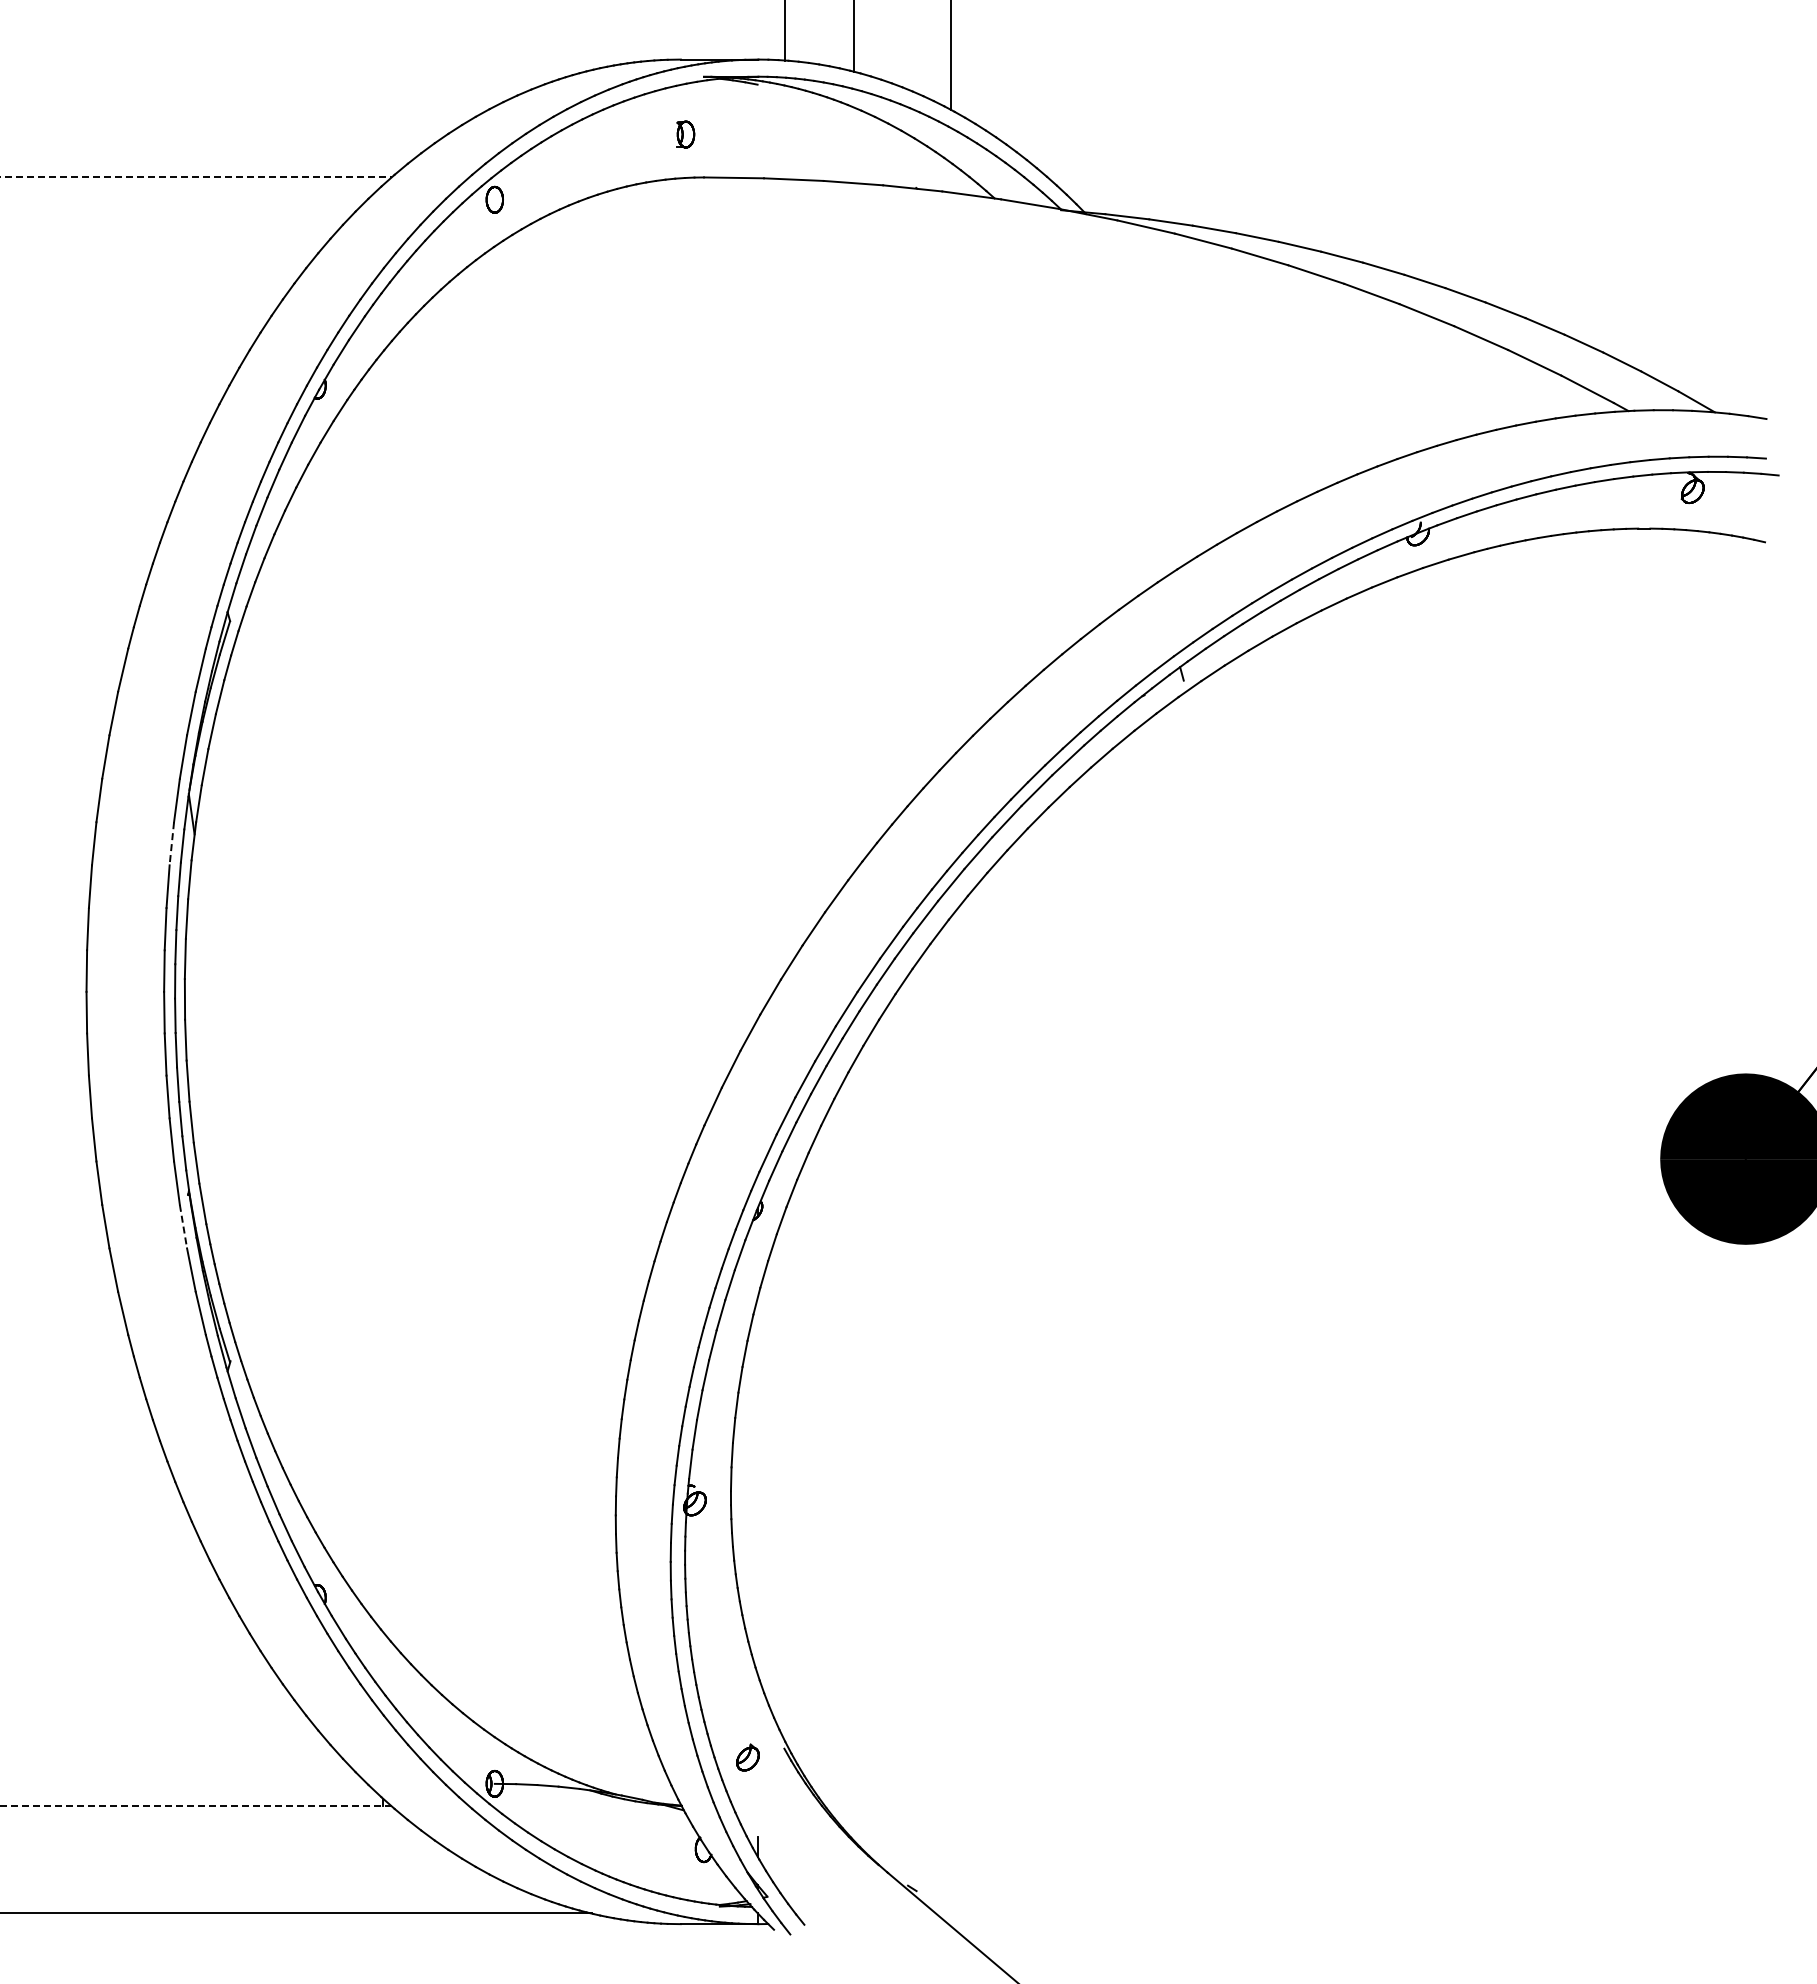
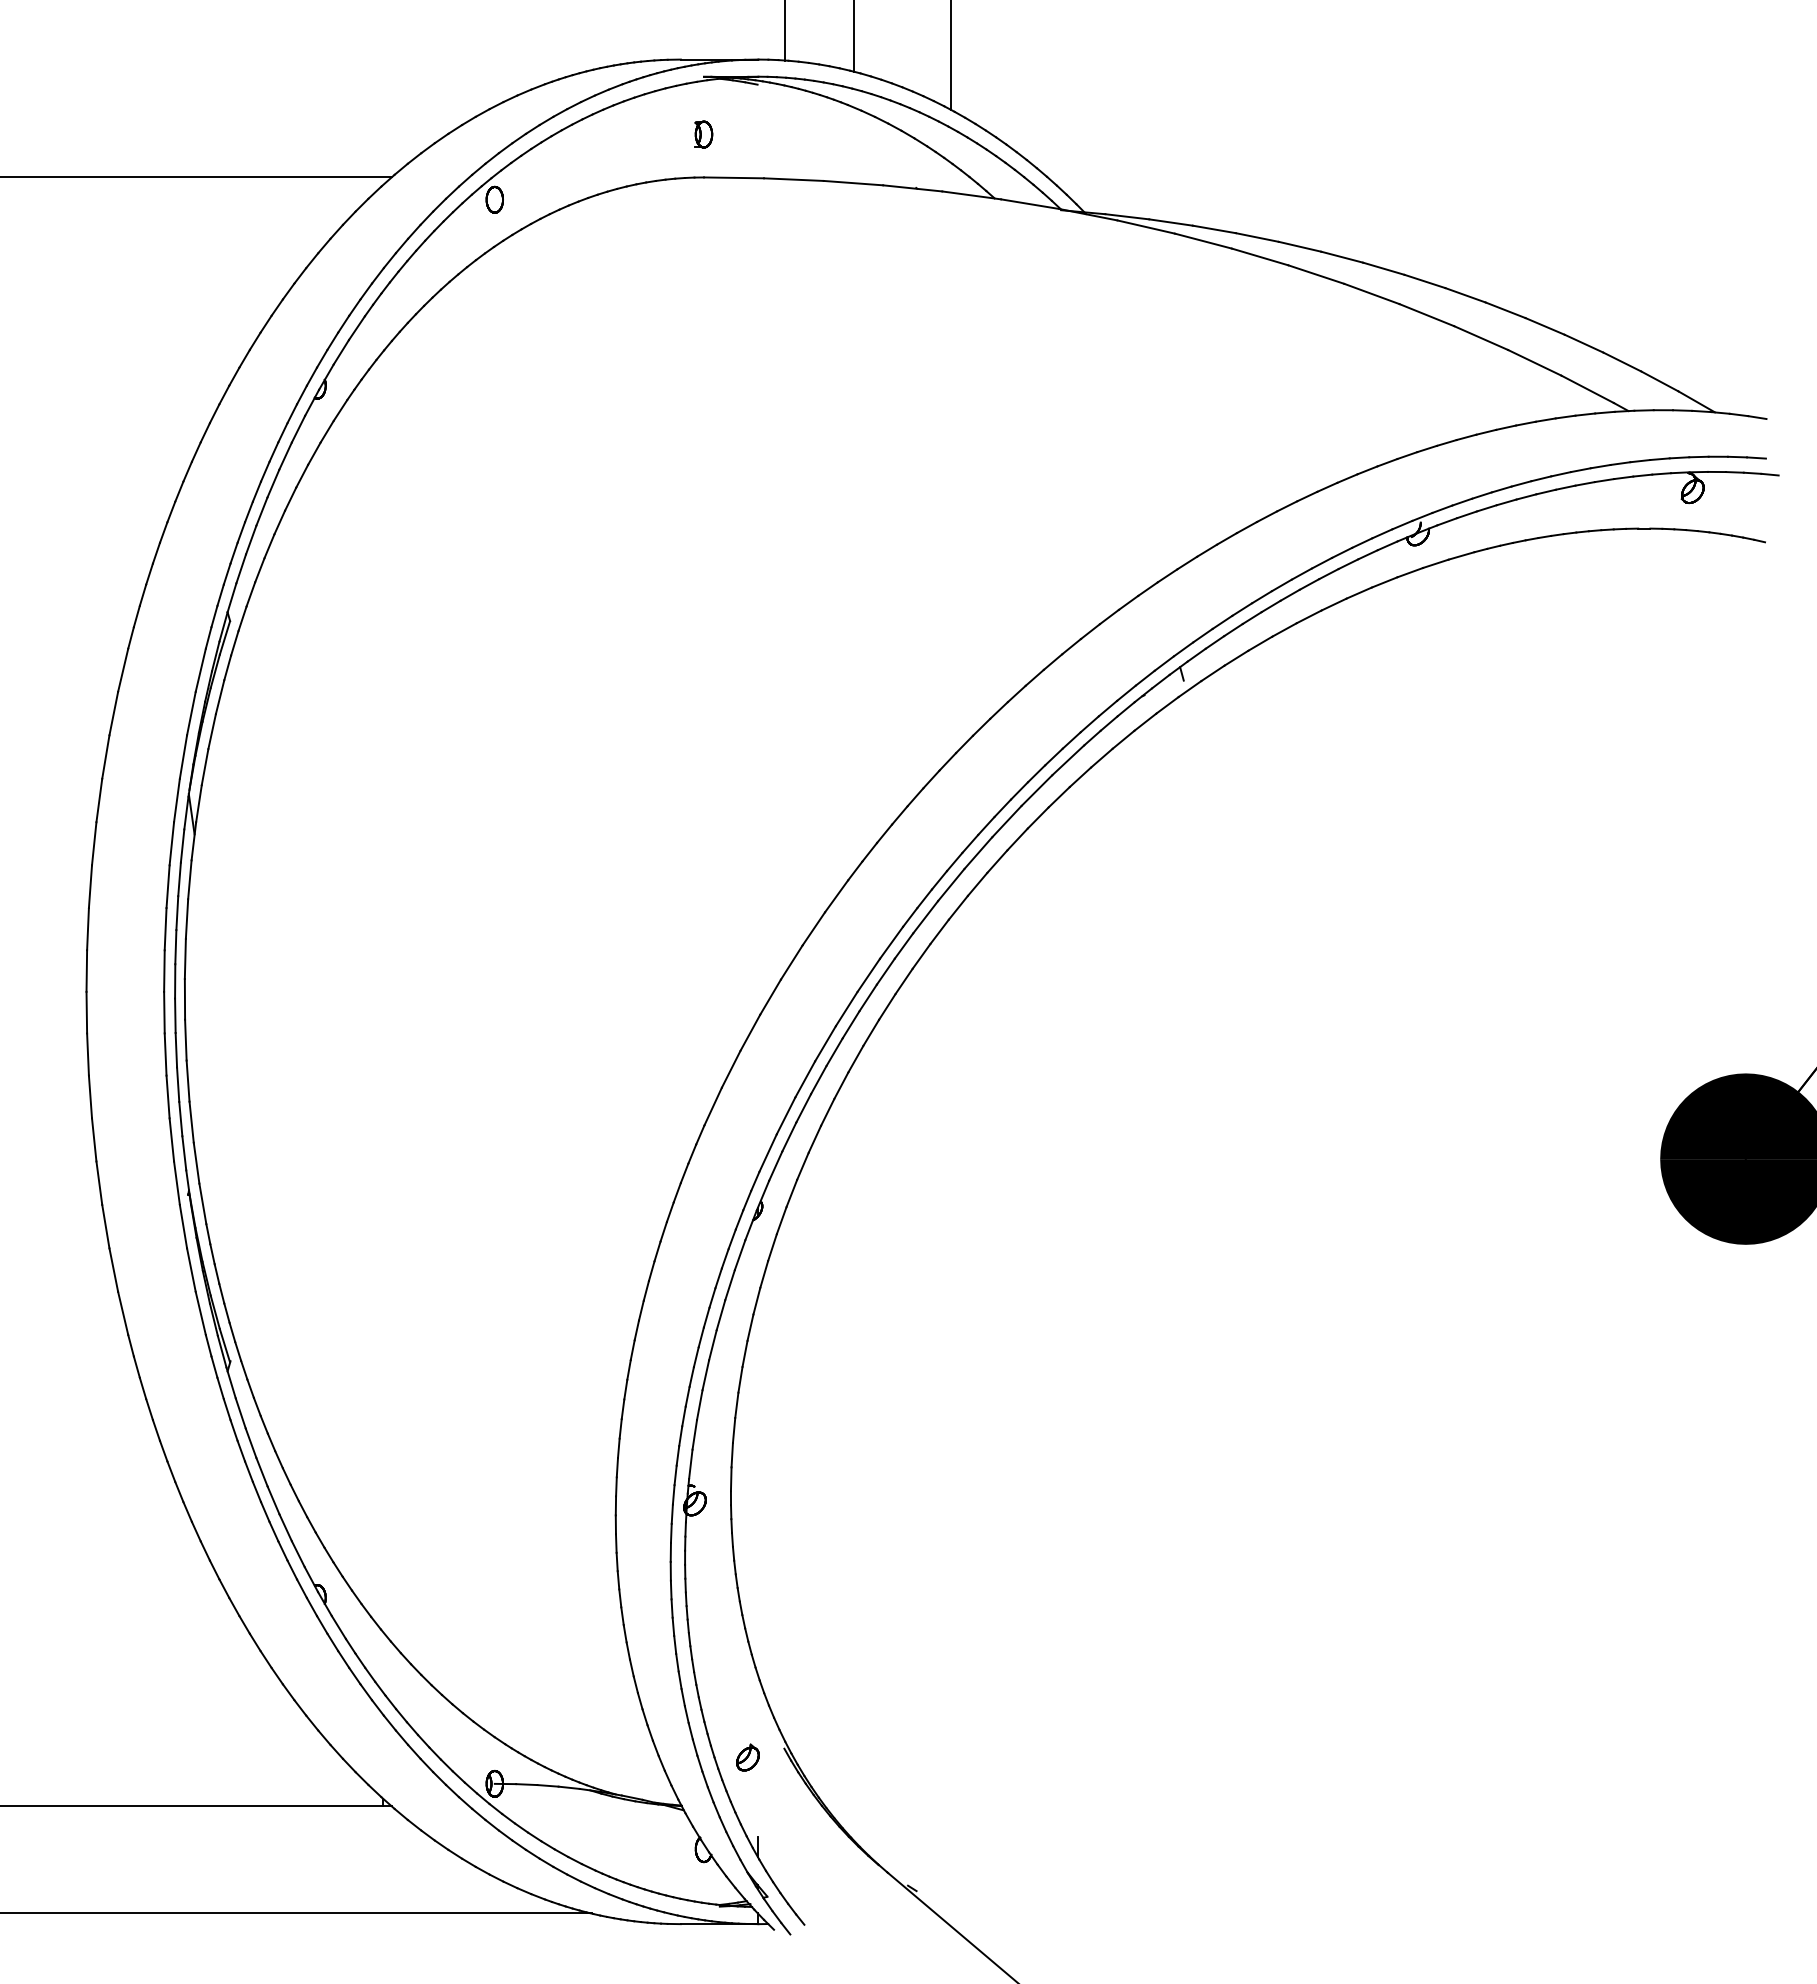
part at (685, 134) position: (685, 134) -> (703, 134)
line at (196, 177): dashed -> solid
line at (171, 843): dashed -> solid
line at (183, 1227): dashed -> solid
line at (195, 1806): dashed -> solid
